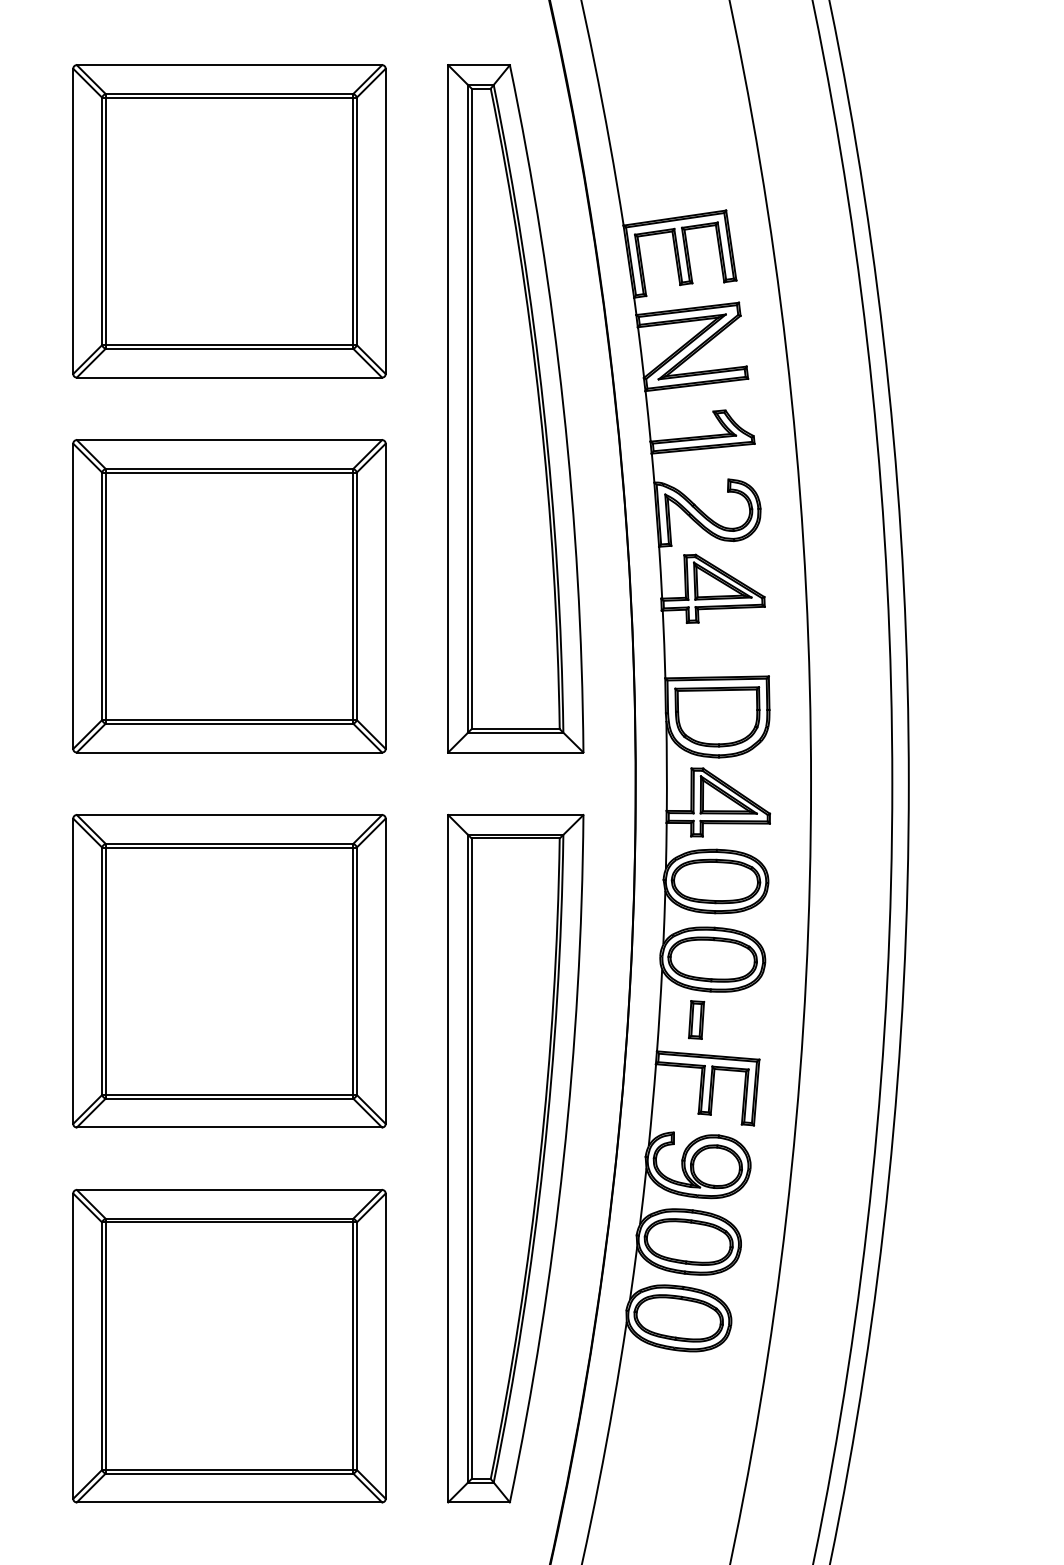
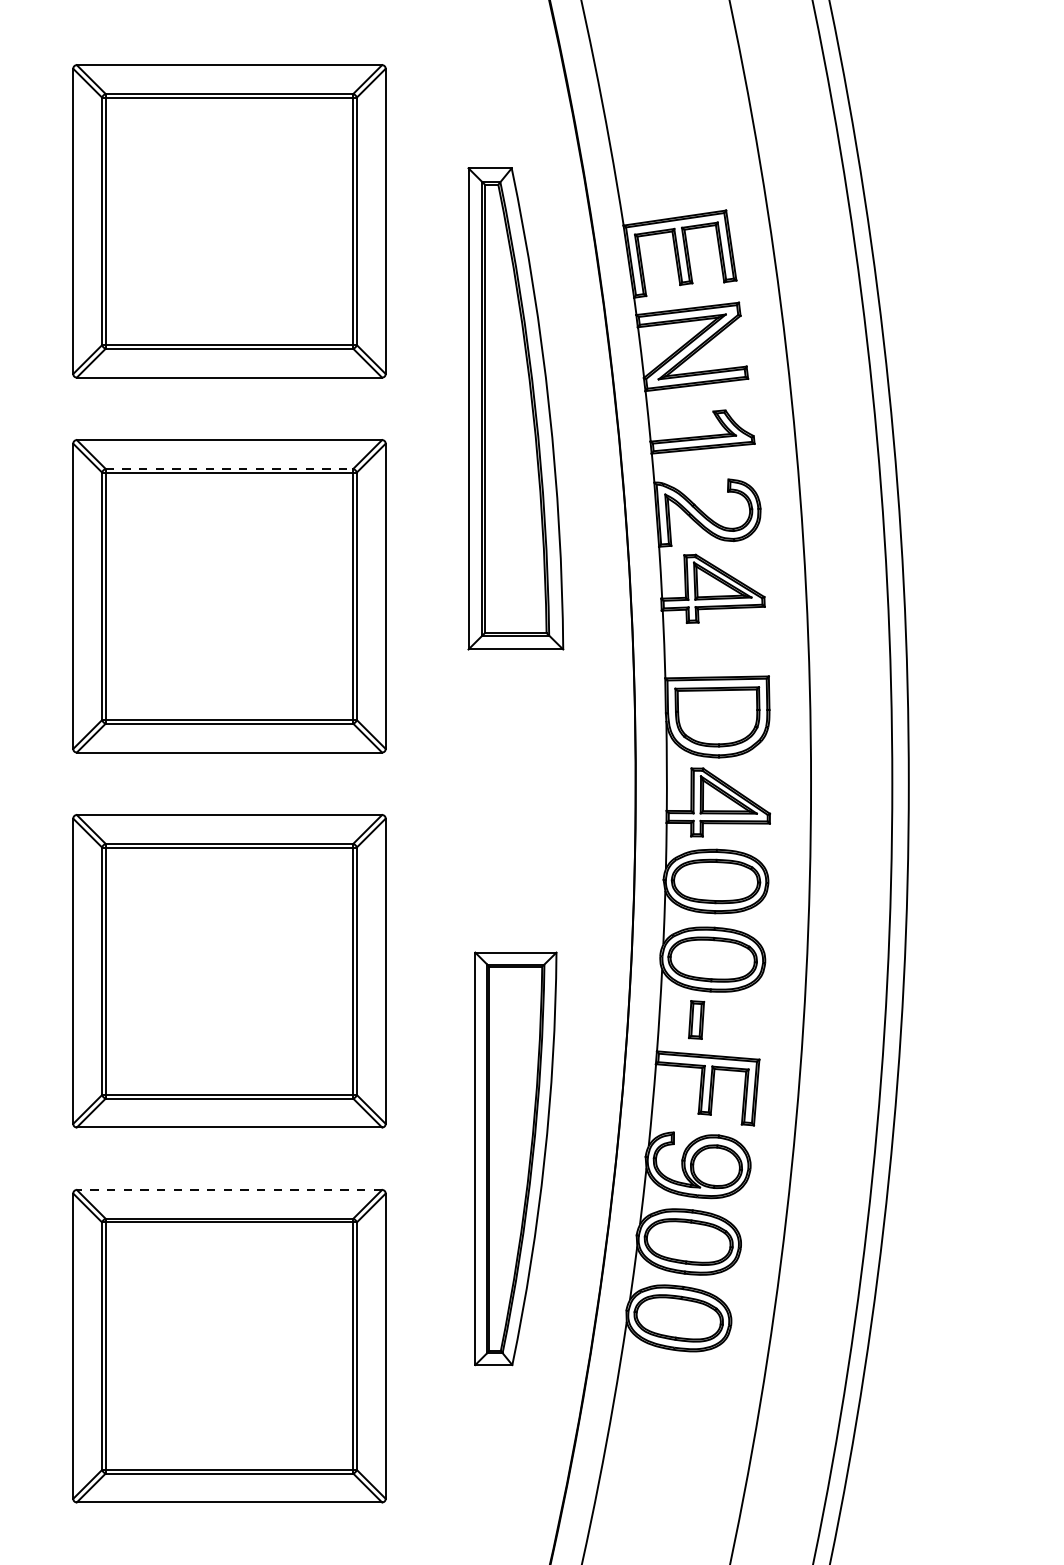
part at (515, 408) size: 138x690 px -> 98x484 px
line at (229, 468): solid -> dashed
part at (515, 1158) size: 138x690 px -> 84x416 px
line at (229, 1189): solid -> dashed
